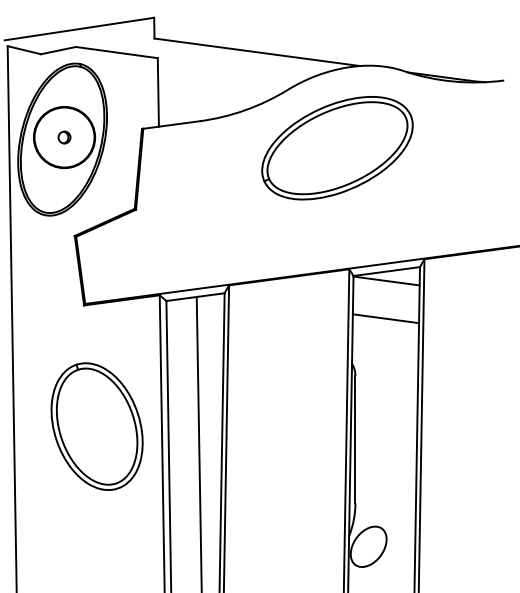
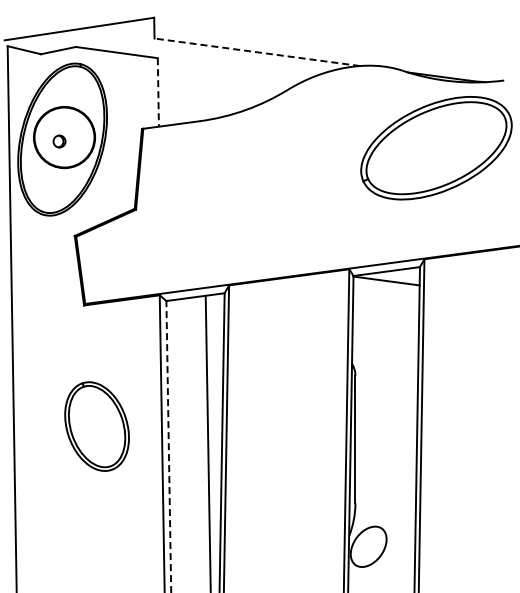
line at (257, 52): solid -> dashed
line at (158, 92): solid -> dashed
part at (64, 137) position: (64, 137) -> (59, 141)
part at (337, 148) position: (337, 148) -> (436, 148)
line at (385, 318): present -> none
part at (96, 426) size: 94x129 px -> 66x91 px
line at (198, 442) position: (198, 442) -> (207, 442)
line at (168, 446): solid -> dashed
